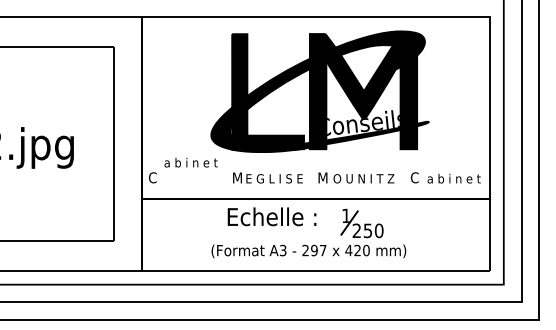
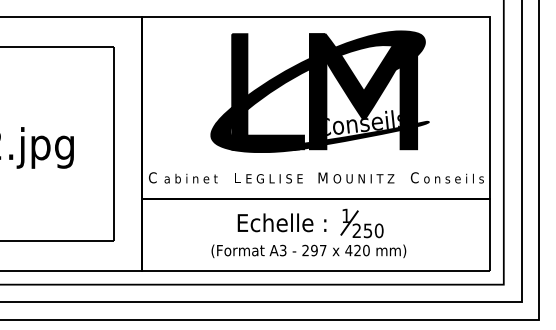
text at (190, 162) position: (190, 162) -> (190, 178)
text at (237, 177): M -> L
text at (453, 178): a b i n e t -> o n s e i l s
text at (271, 216) position: (271, 216) -> (281, 222)
